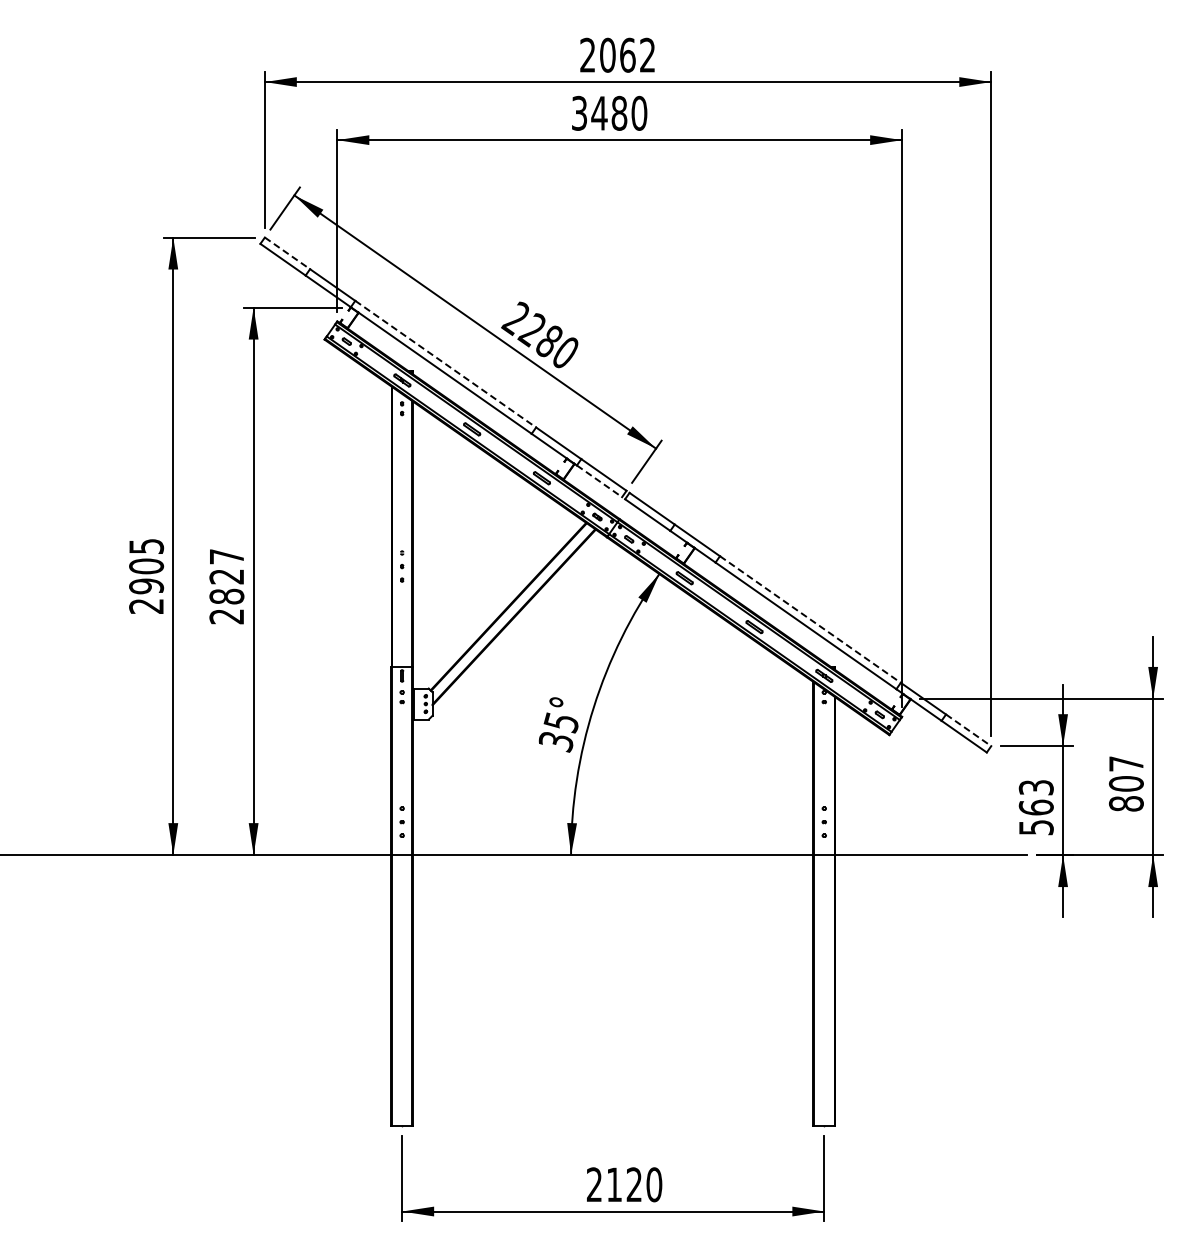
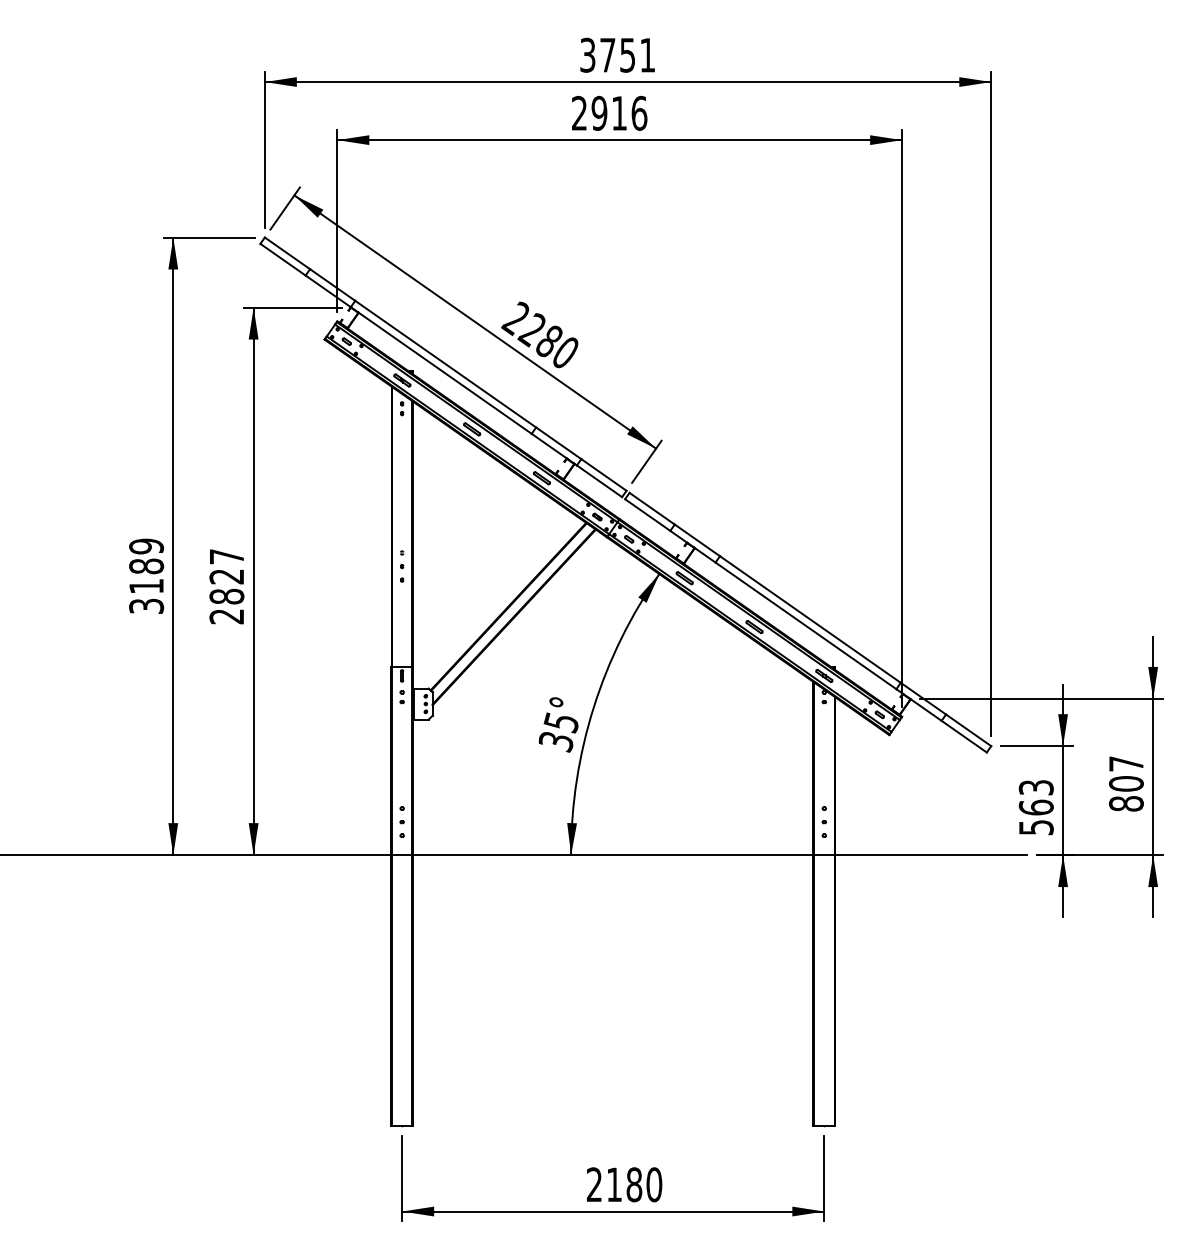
text at (617, 54): 2062 -> 3751
text at (609, 112): 3480 -> 2916
line at (287, 253): dashed -> solid
line at (446, 364): dashed -> solid
line at (599, 481): dashed -> solid
text at (146, 575): 2905 -> 3189
line at (810, 619): dashed -> solid
line at (968, 730): dashed -> solid
text at (634, 1184): 2120 -> 2180
